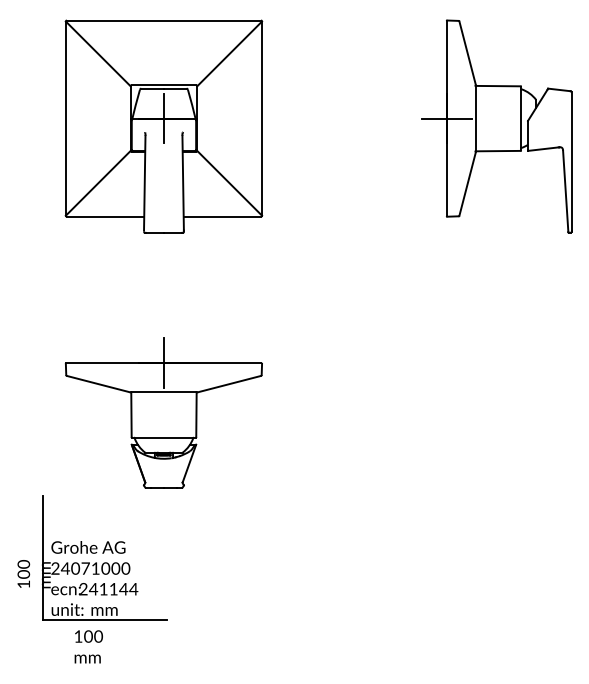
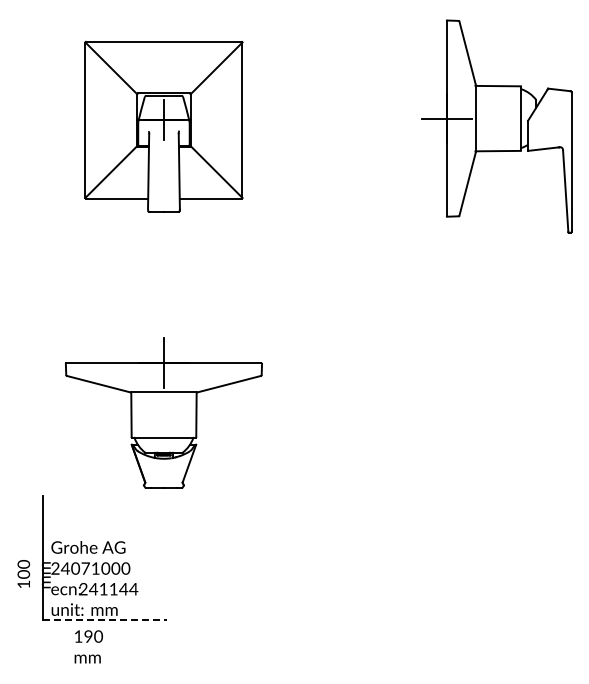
part at (163, 126) size: 200x215 px -> 160x172 px
line at (105, 620): solid -> dashed
text at (88, 636): 100 -> 190
